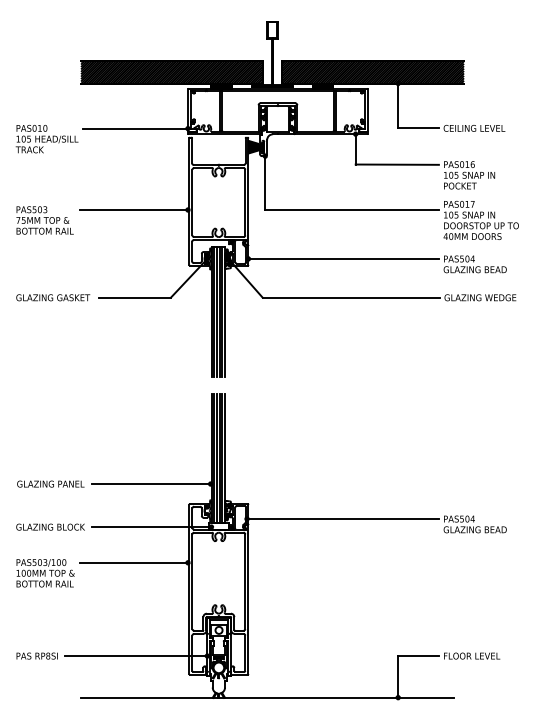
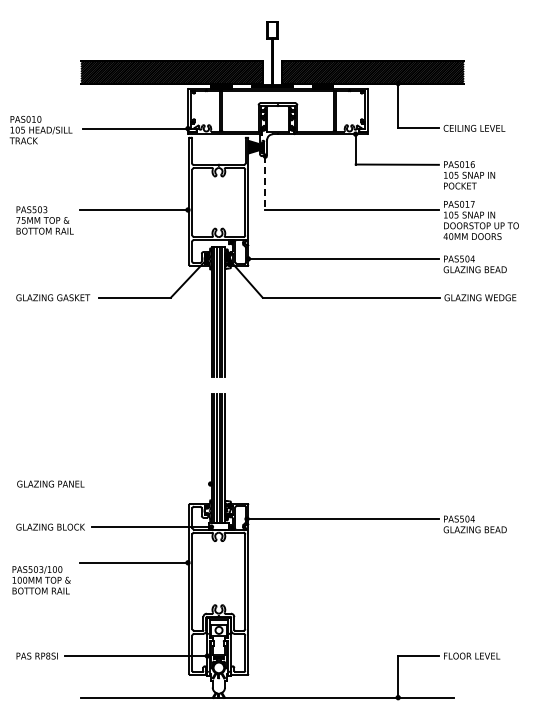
text at (46, 139) position: (46, 139) -> (40, 130)
line at (265, 183): solid -> dashed
line at (151, 484): present -> none
text at (45, 573) position: (45, 573) -> (41, 580)
